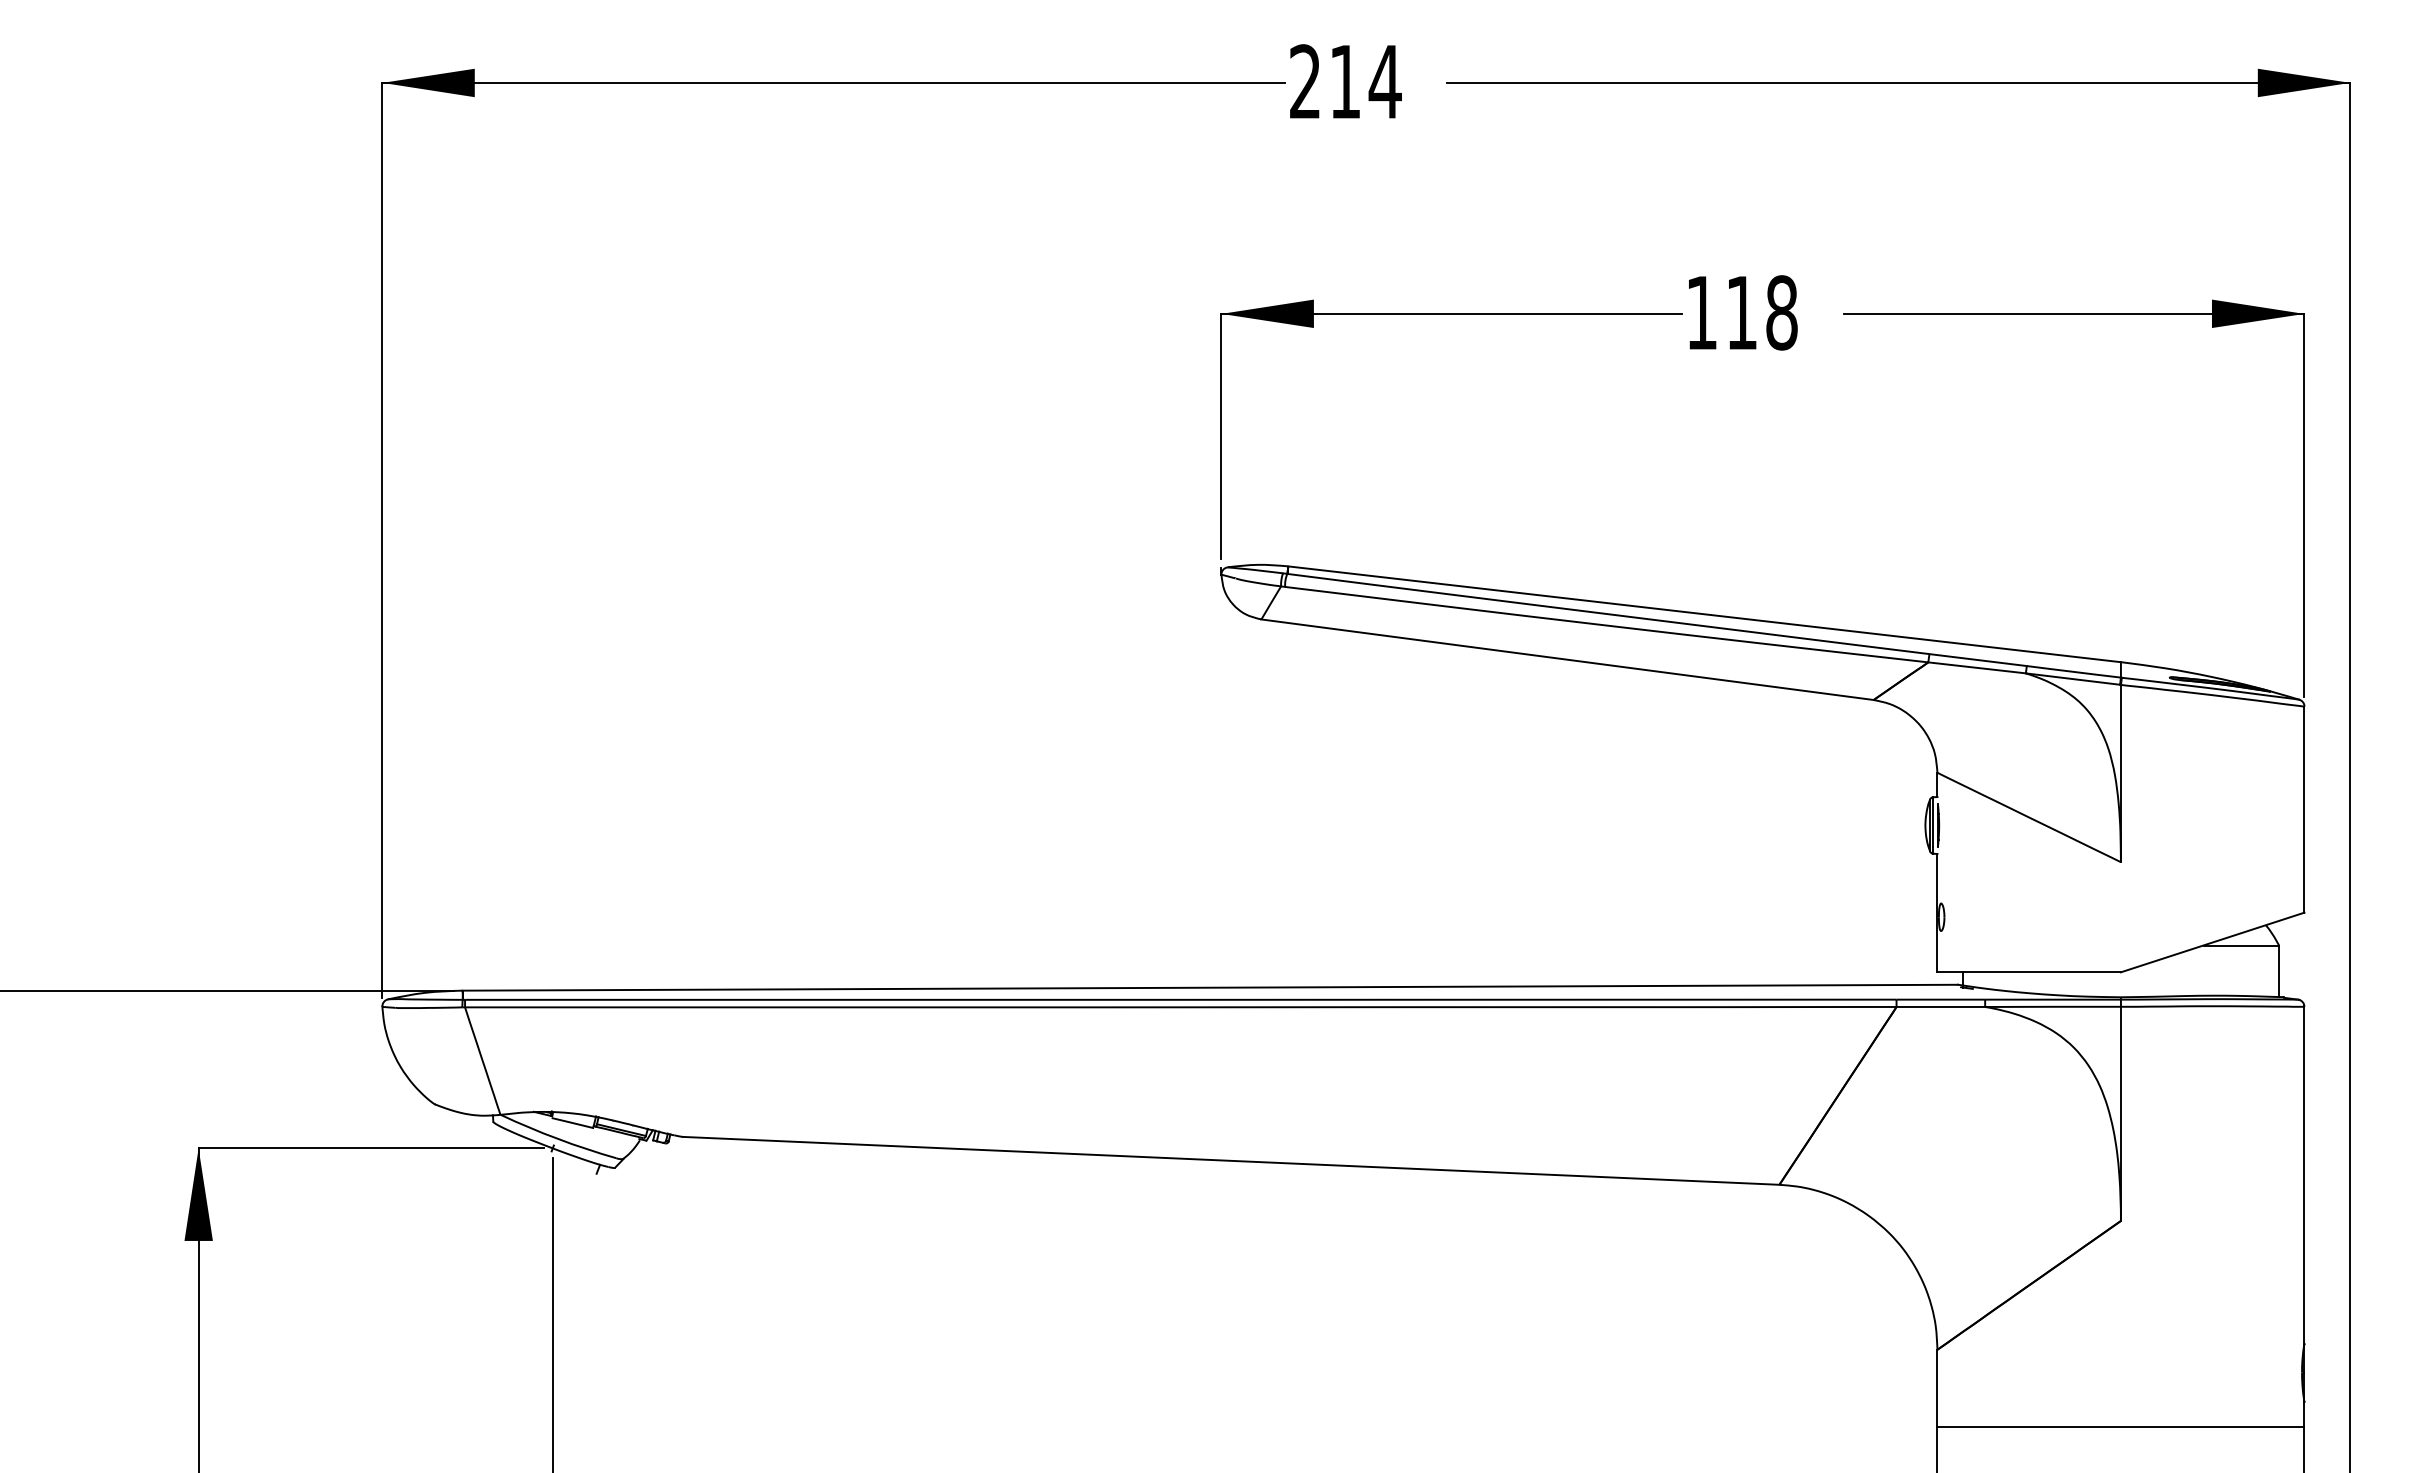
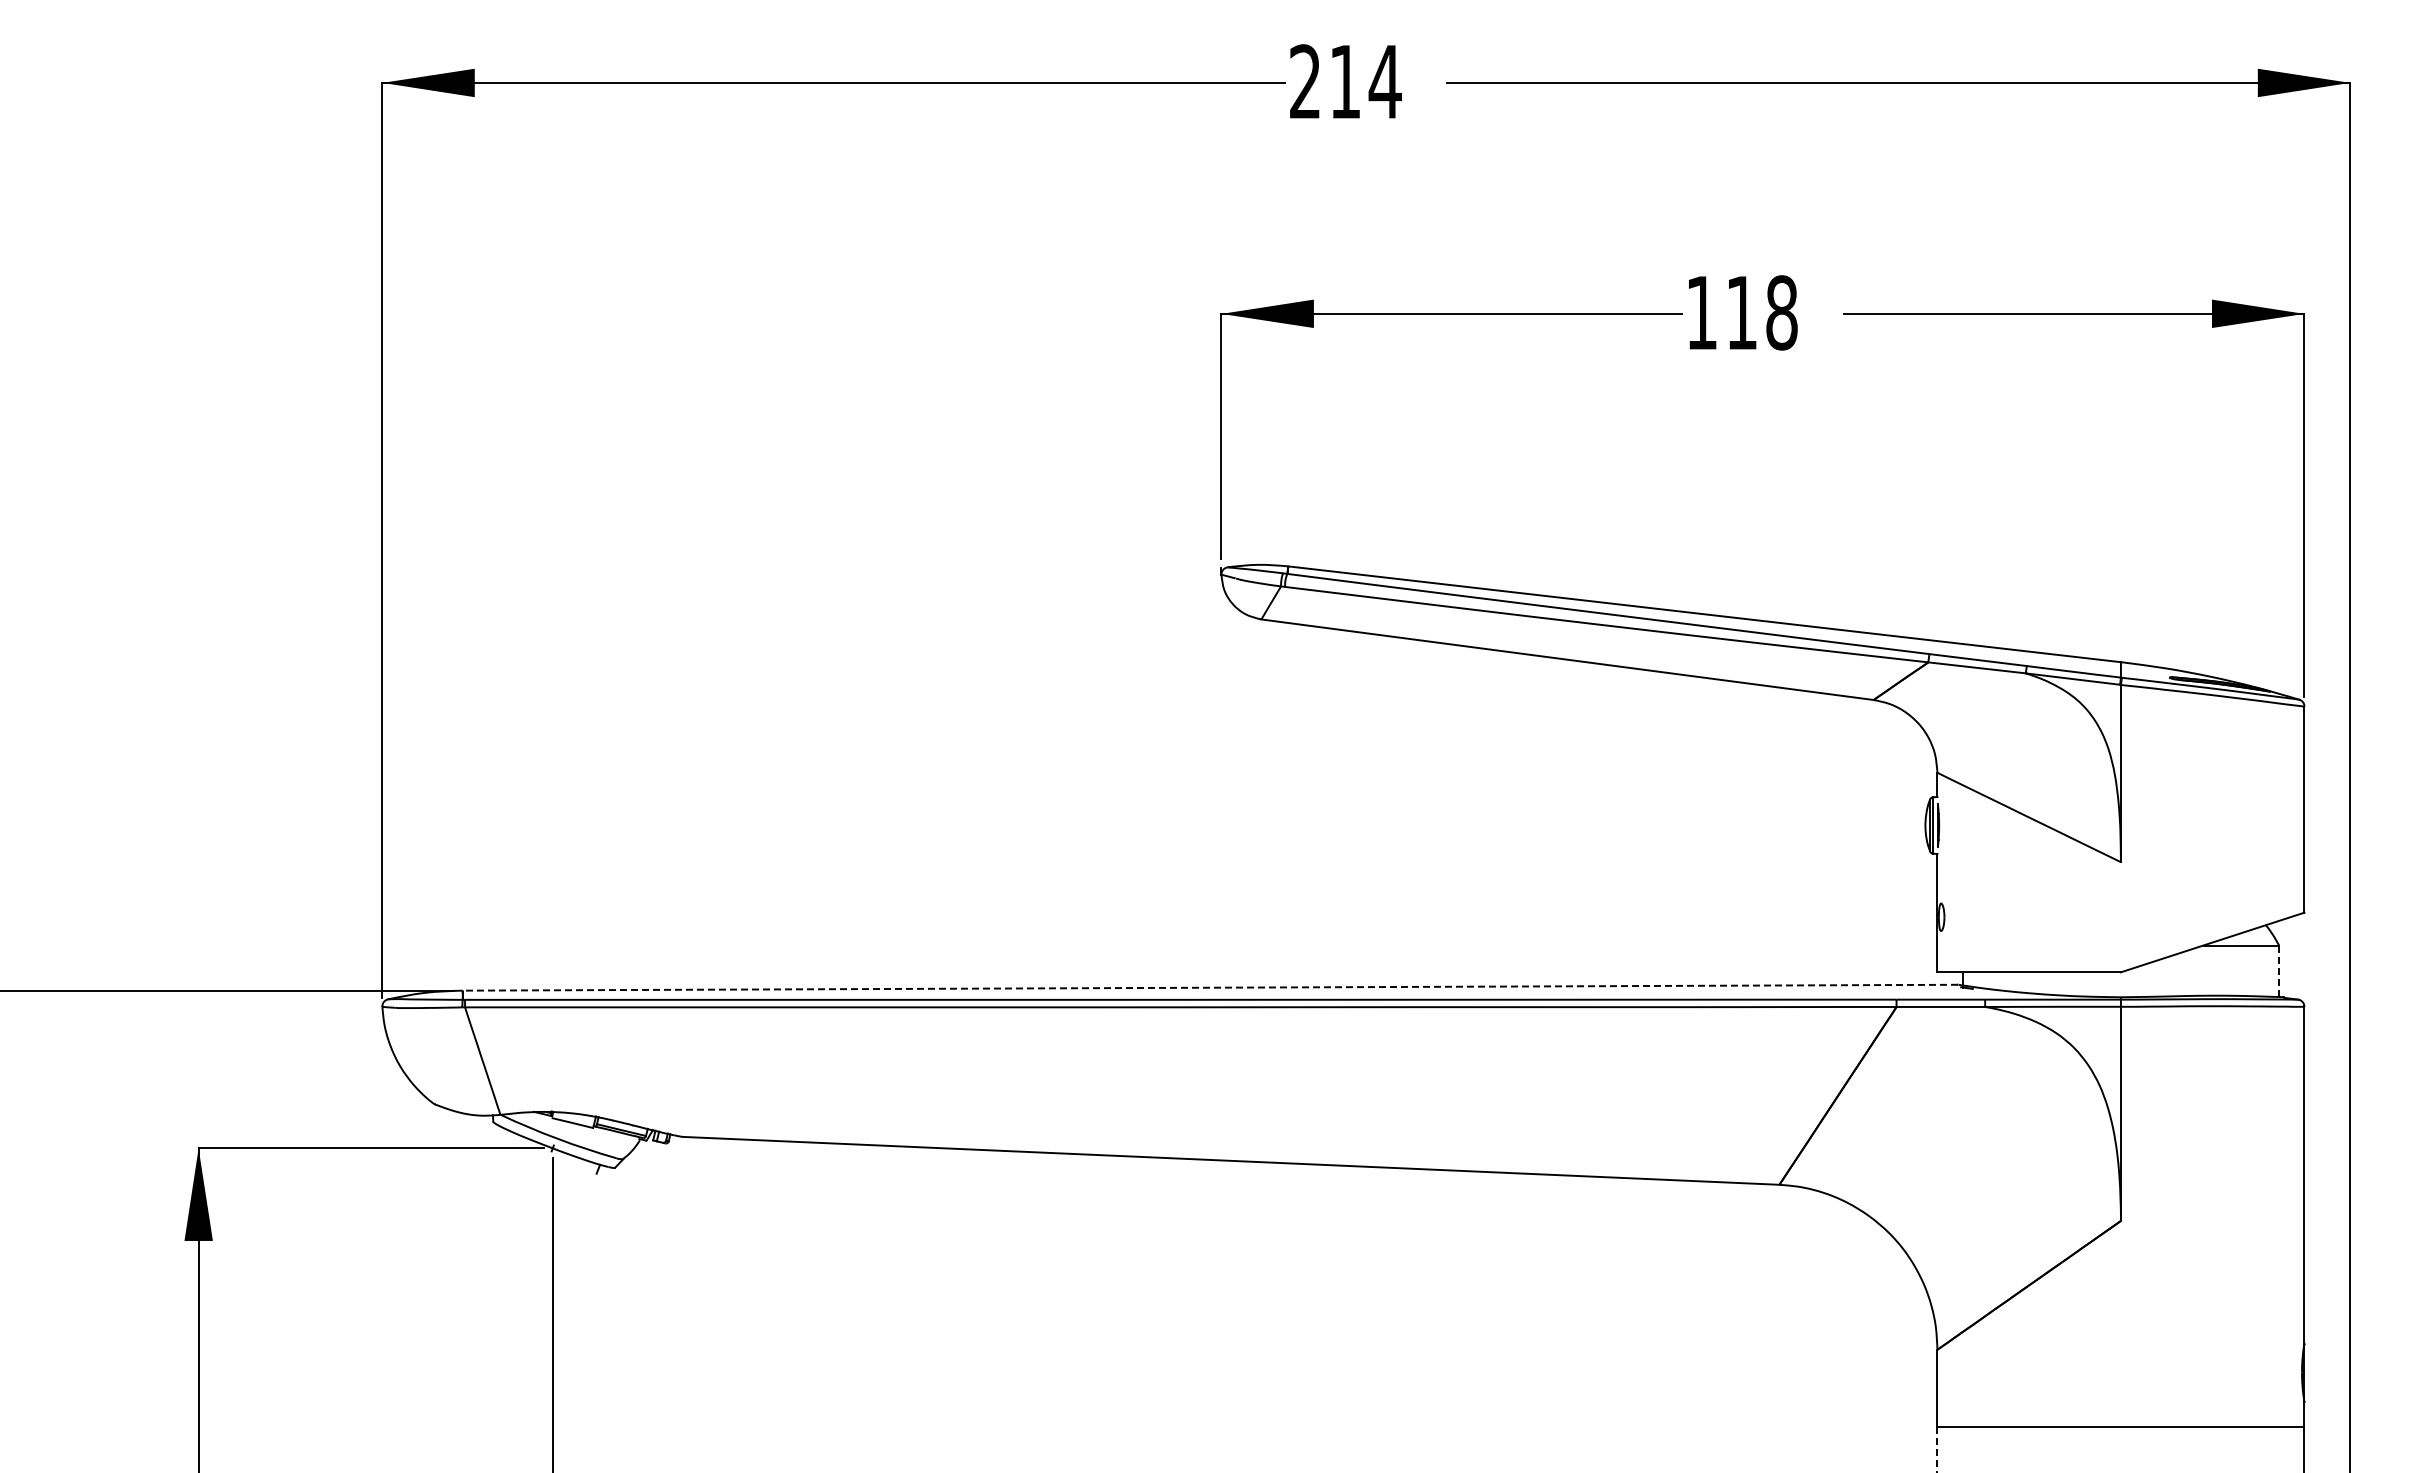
line at (2279, 971): solid -> dashed
line at (1210, 987): solid -> dashed
line at (1937, 1450): solid -> dashed
